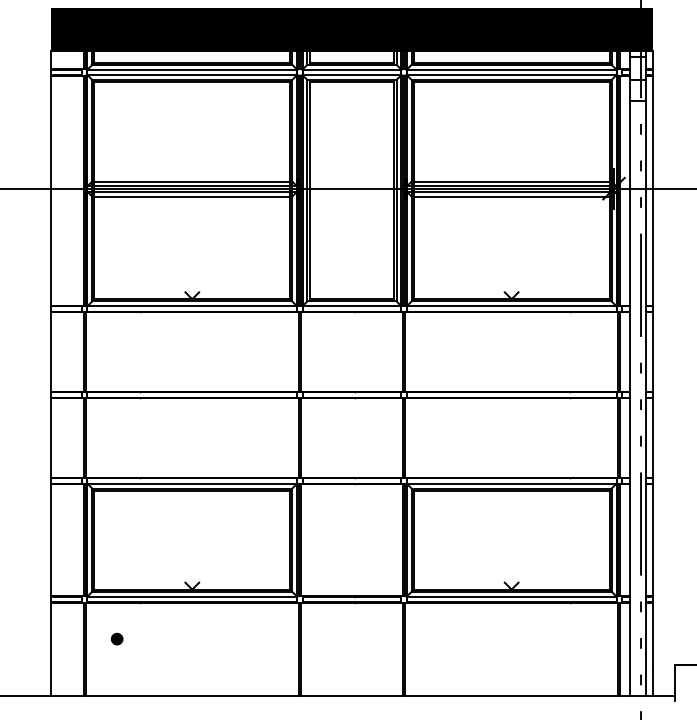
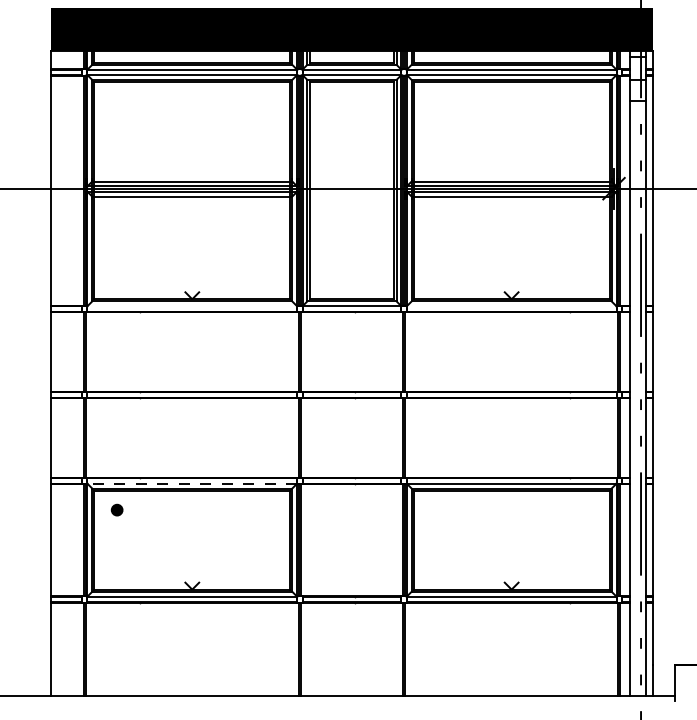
line at (192, 306): present -> none
line at (511, 306): present -> none
line at (192, 483): solid -> dashed
part at (116, 638) position: (116, 638) -> (116, 509)
